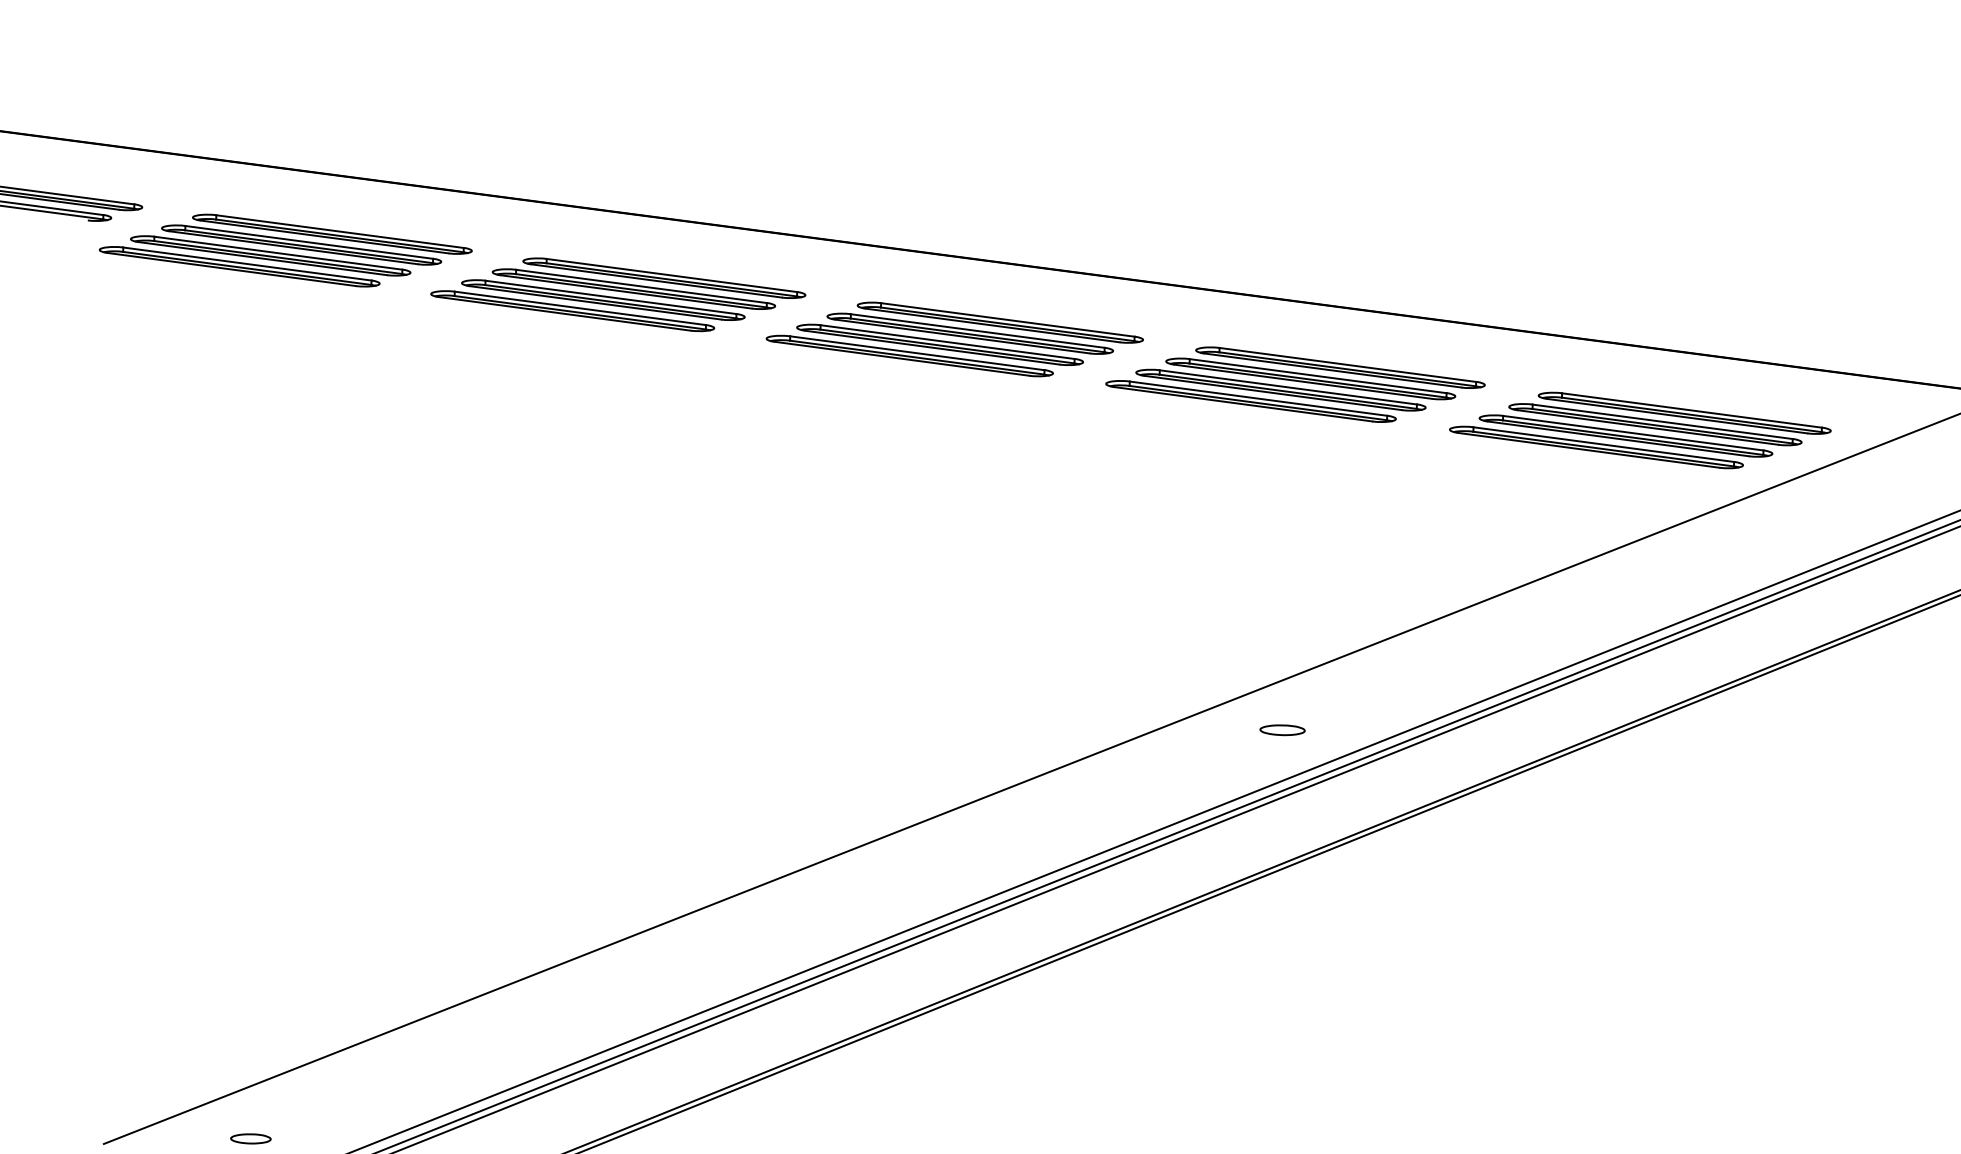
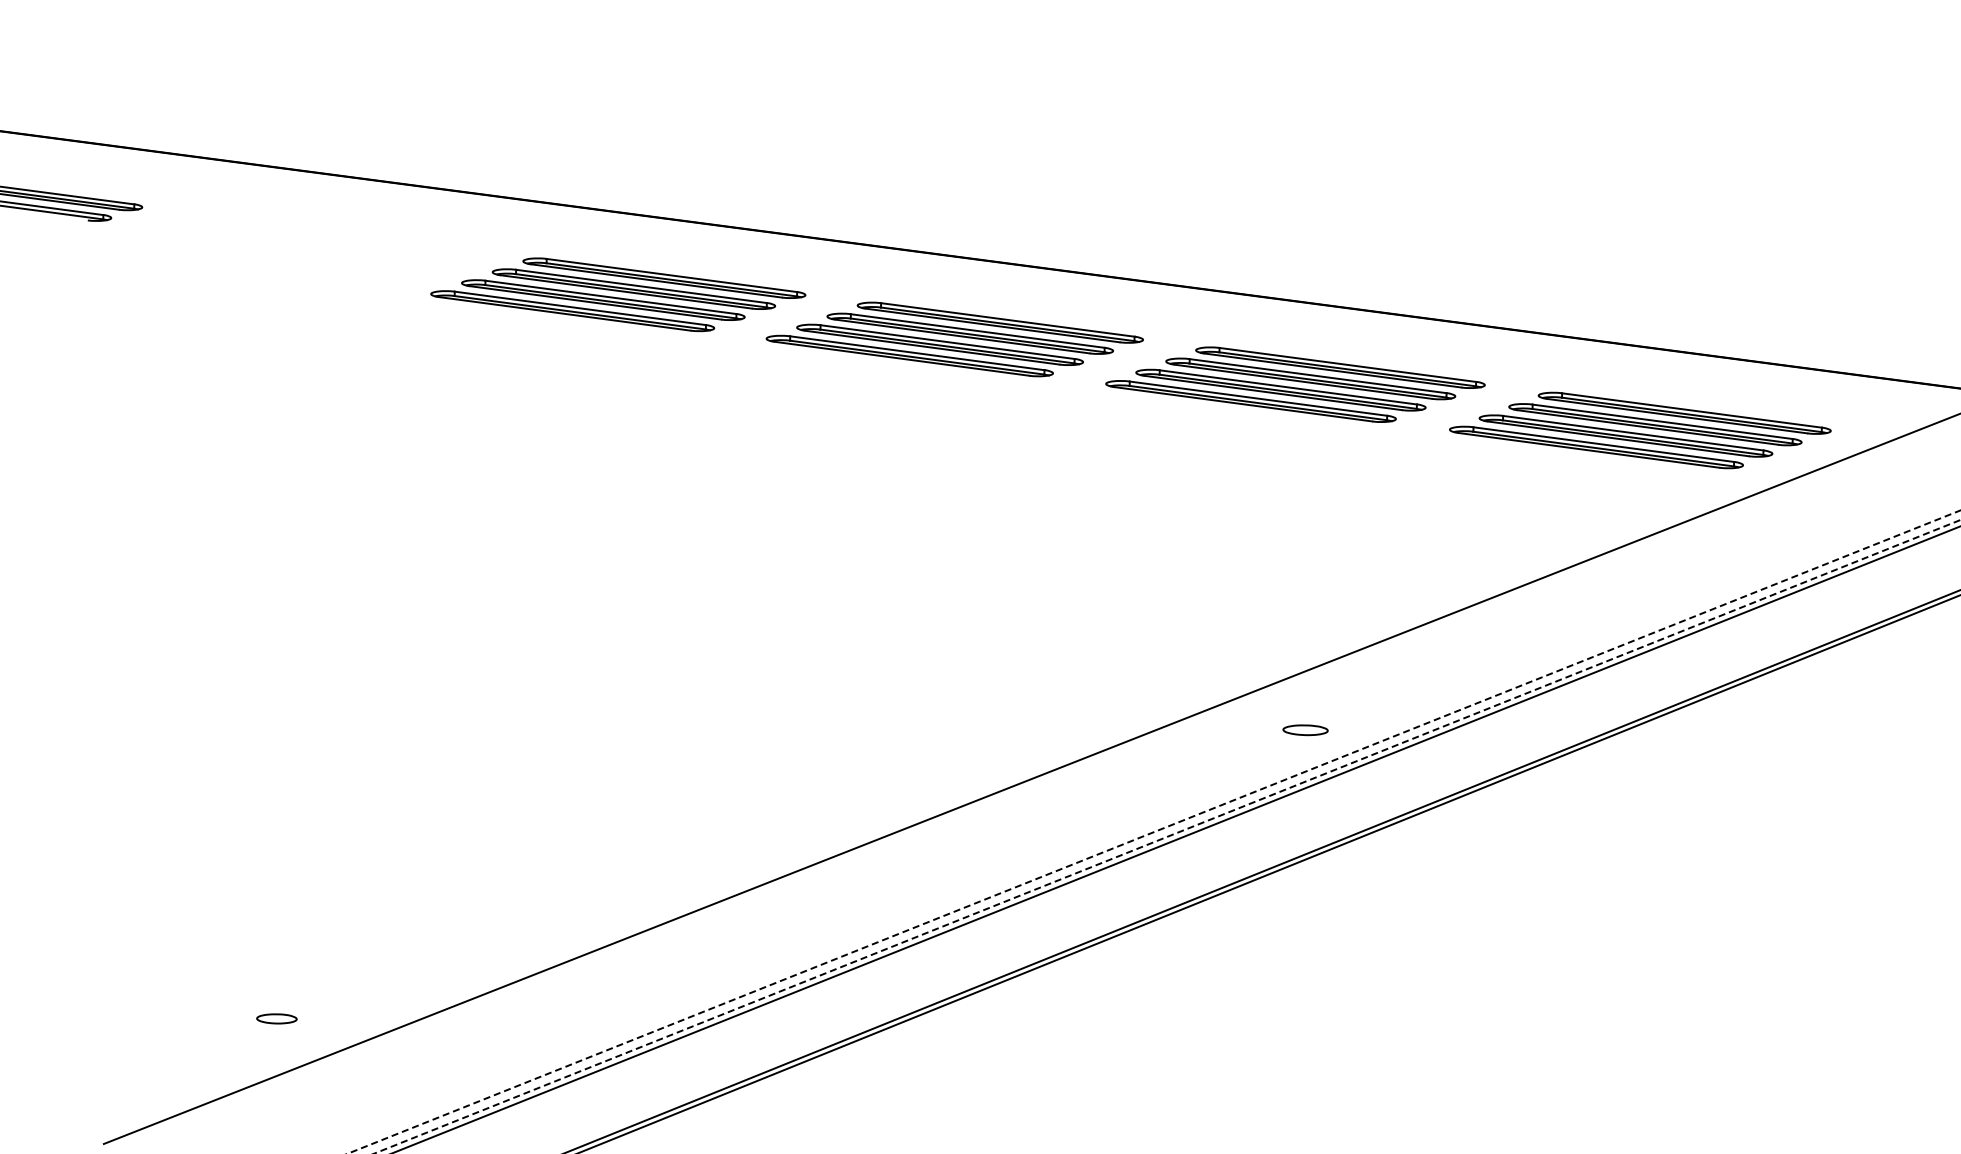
part at (285, 250): present -> none
part at (1282, 730) position: (1282, 730) -> (1305, 730)
line at (1153, 832): solid -> dashed
line at (1167, 836): solid -> dashed
part at (250, 1138) position: (250, 1138) -> (276, 1018)
